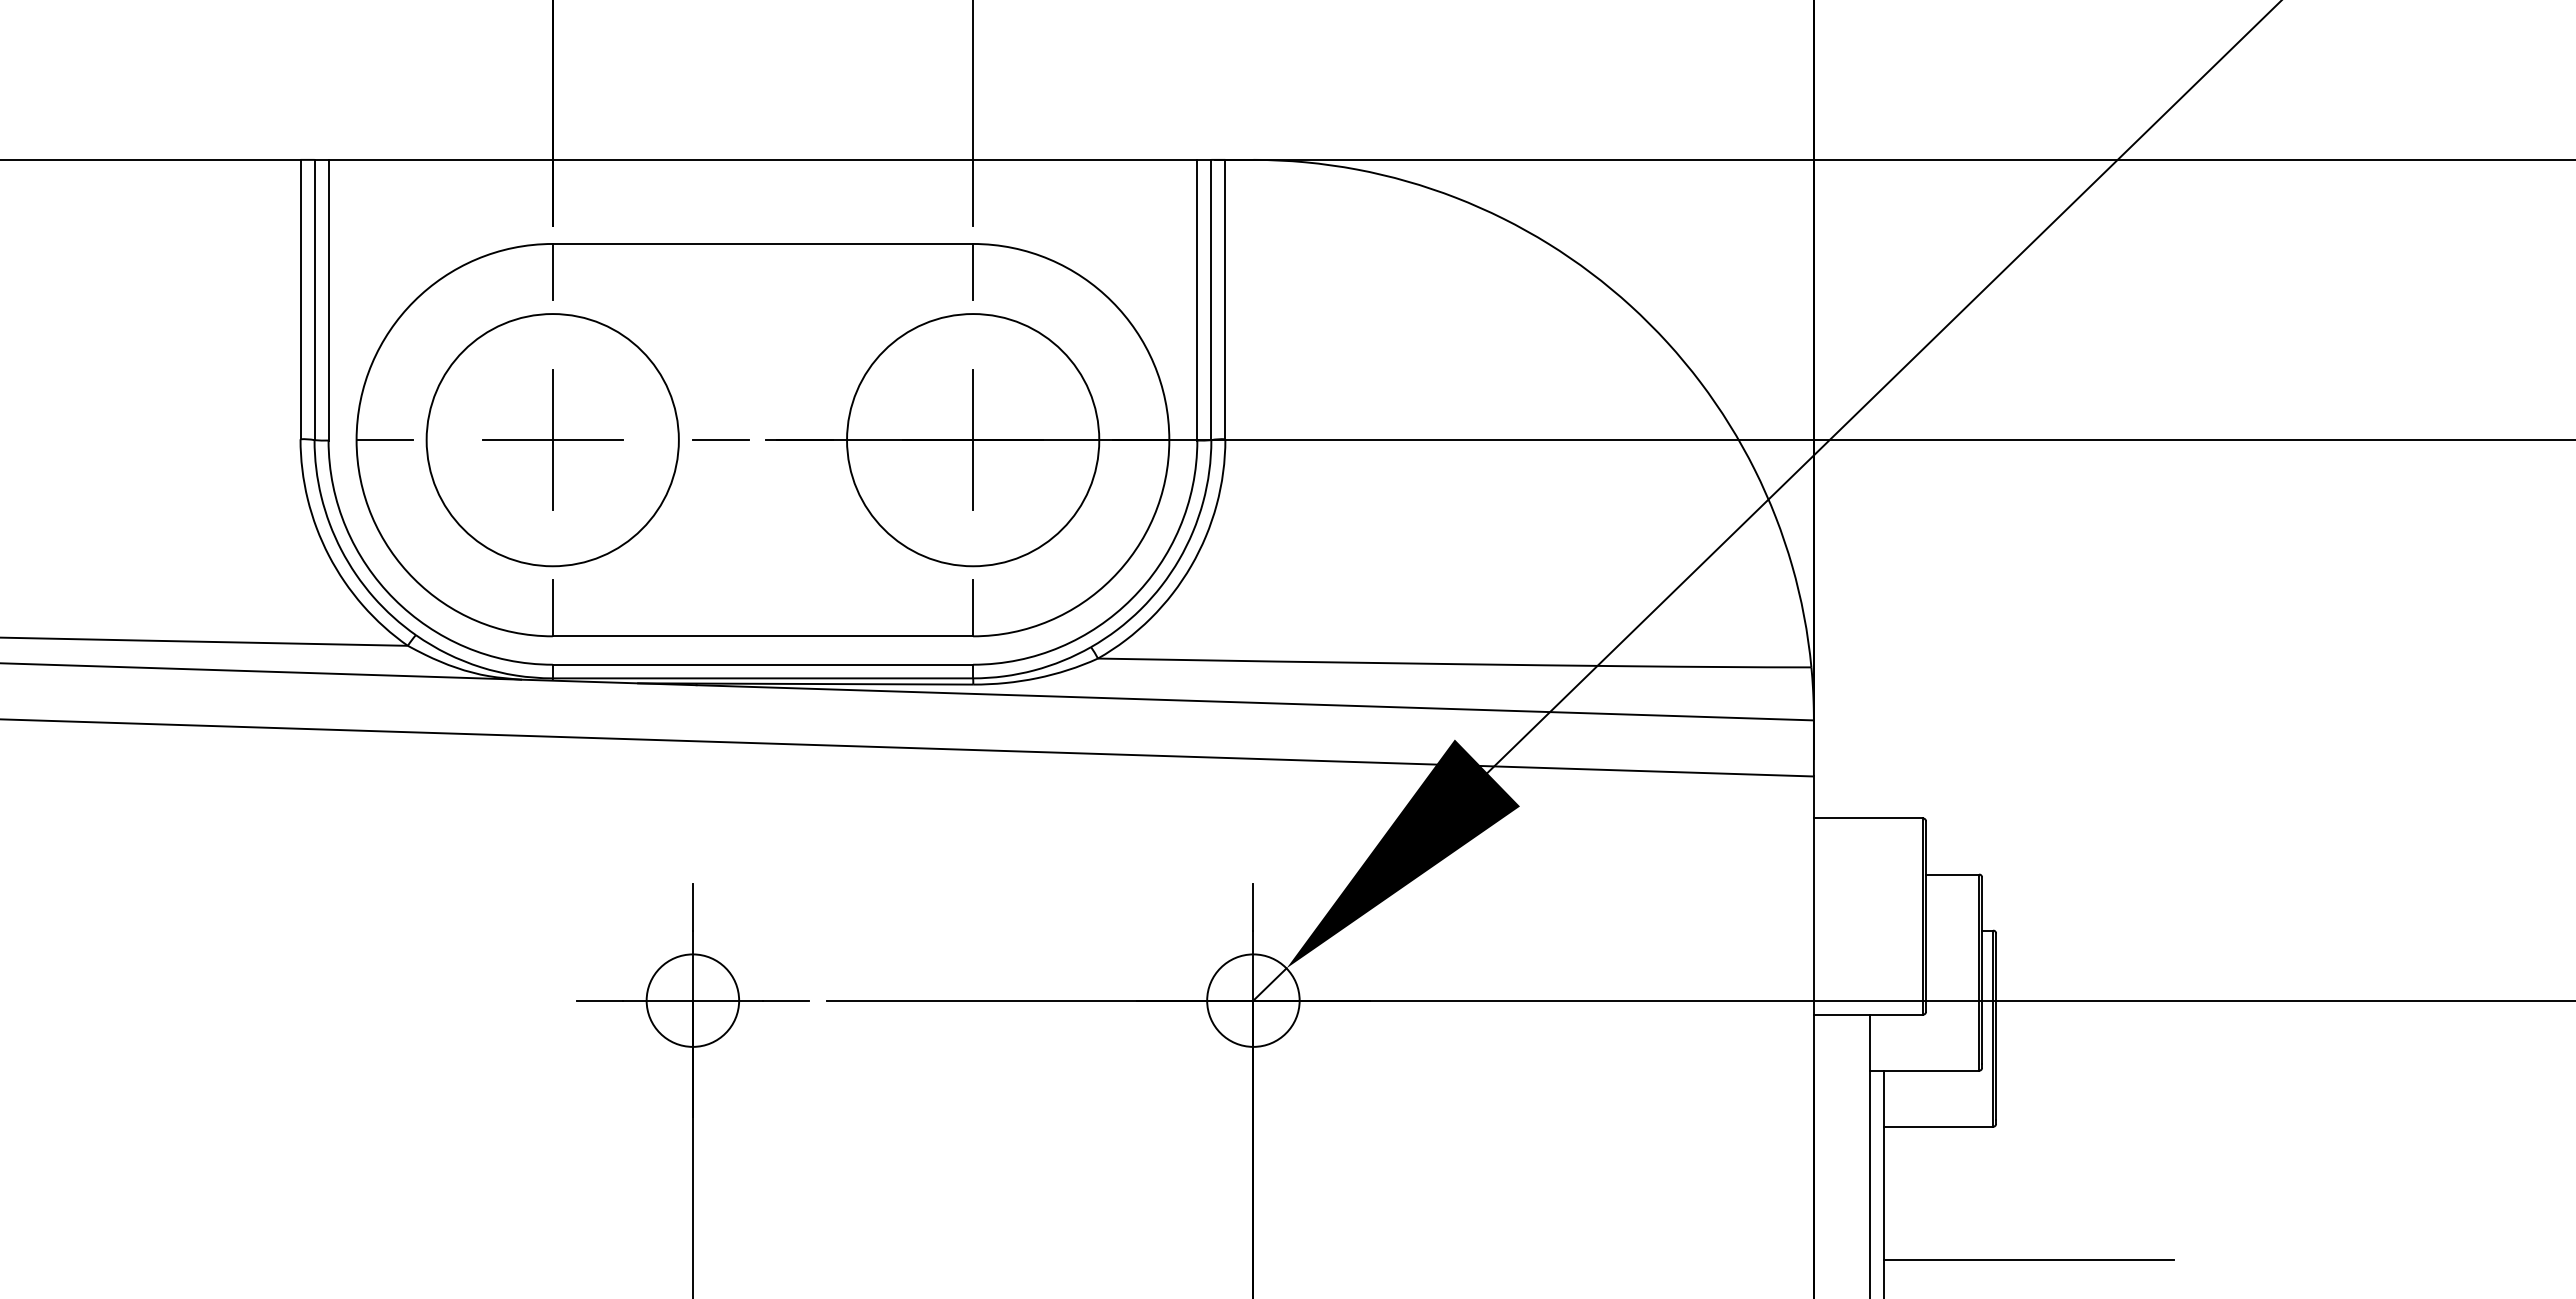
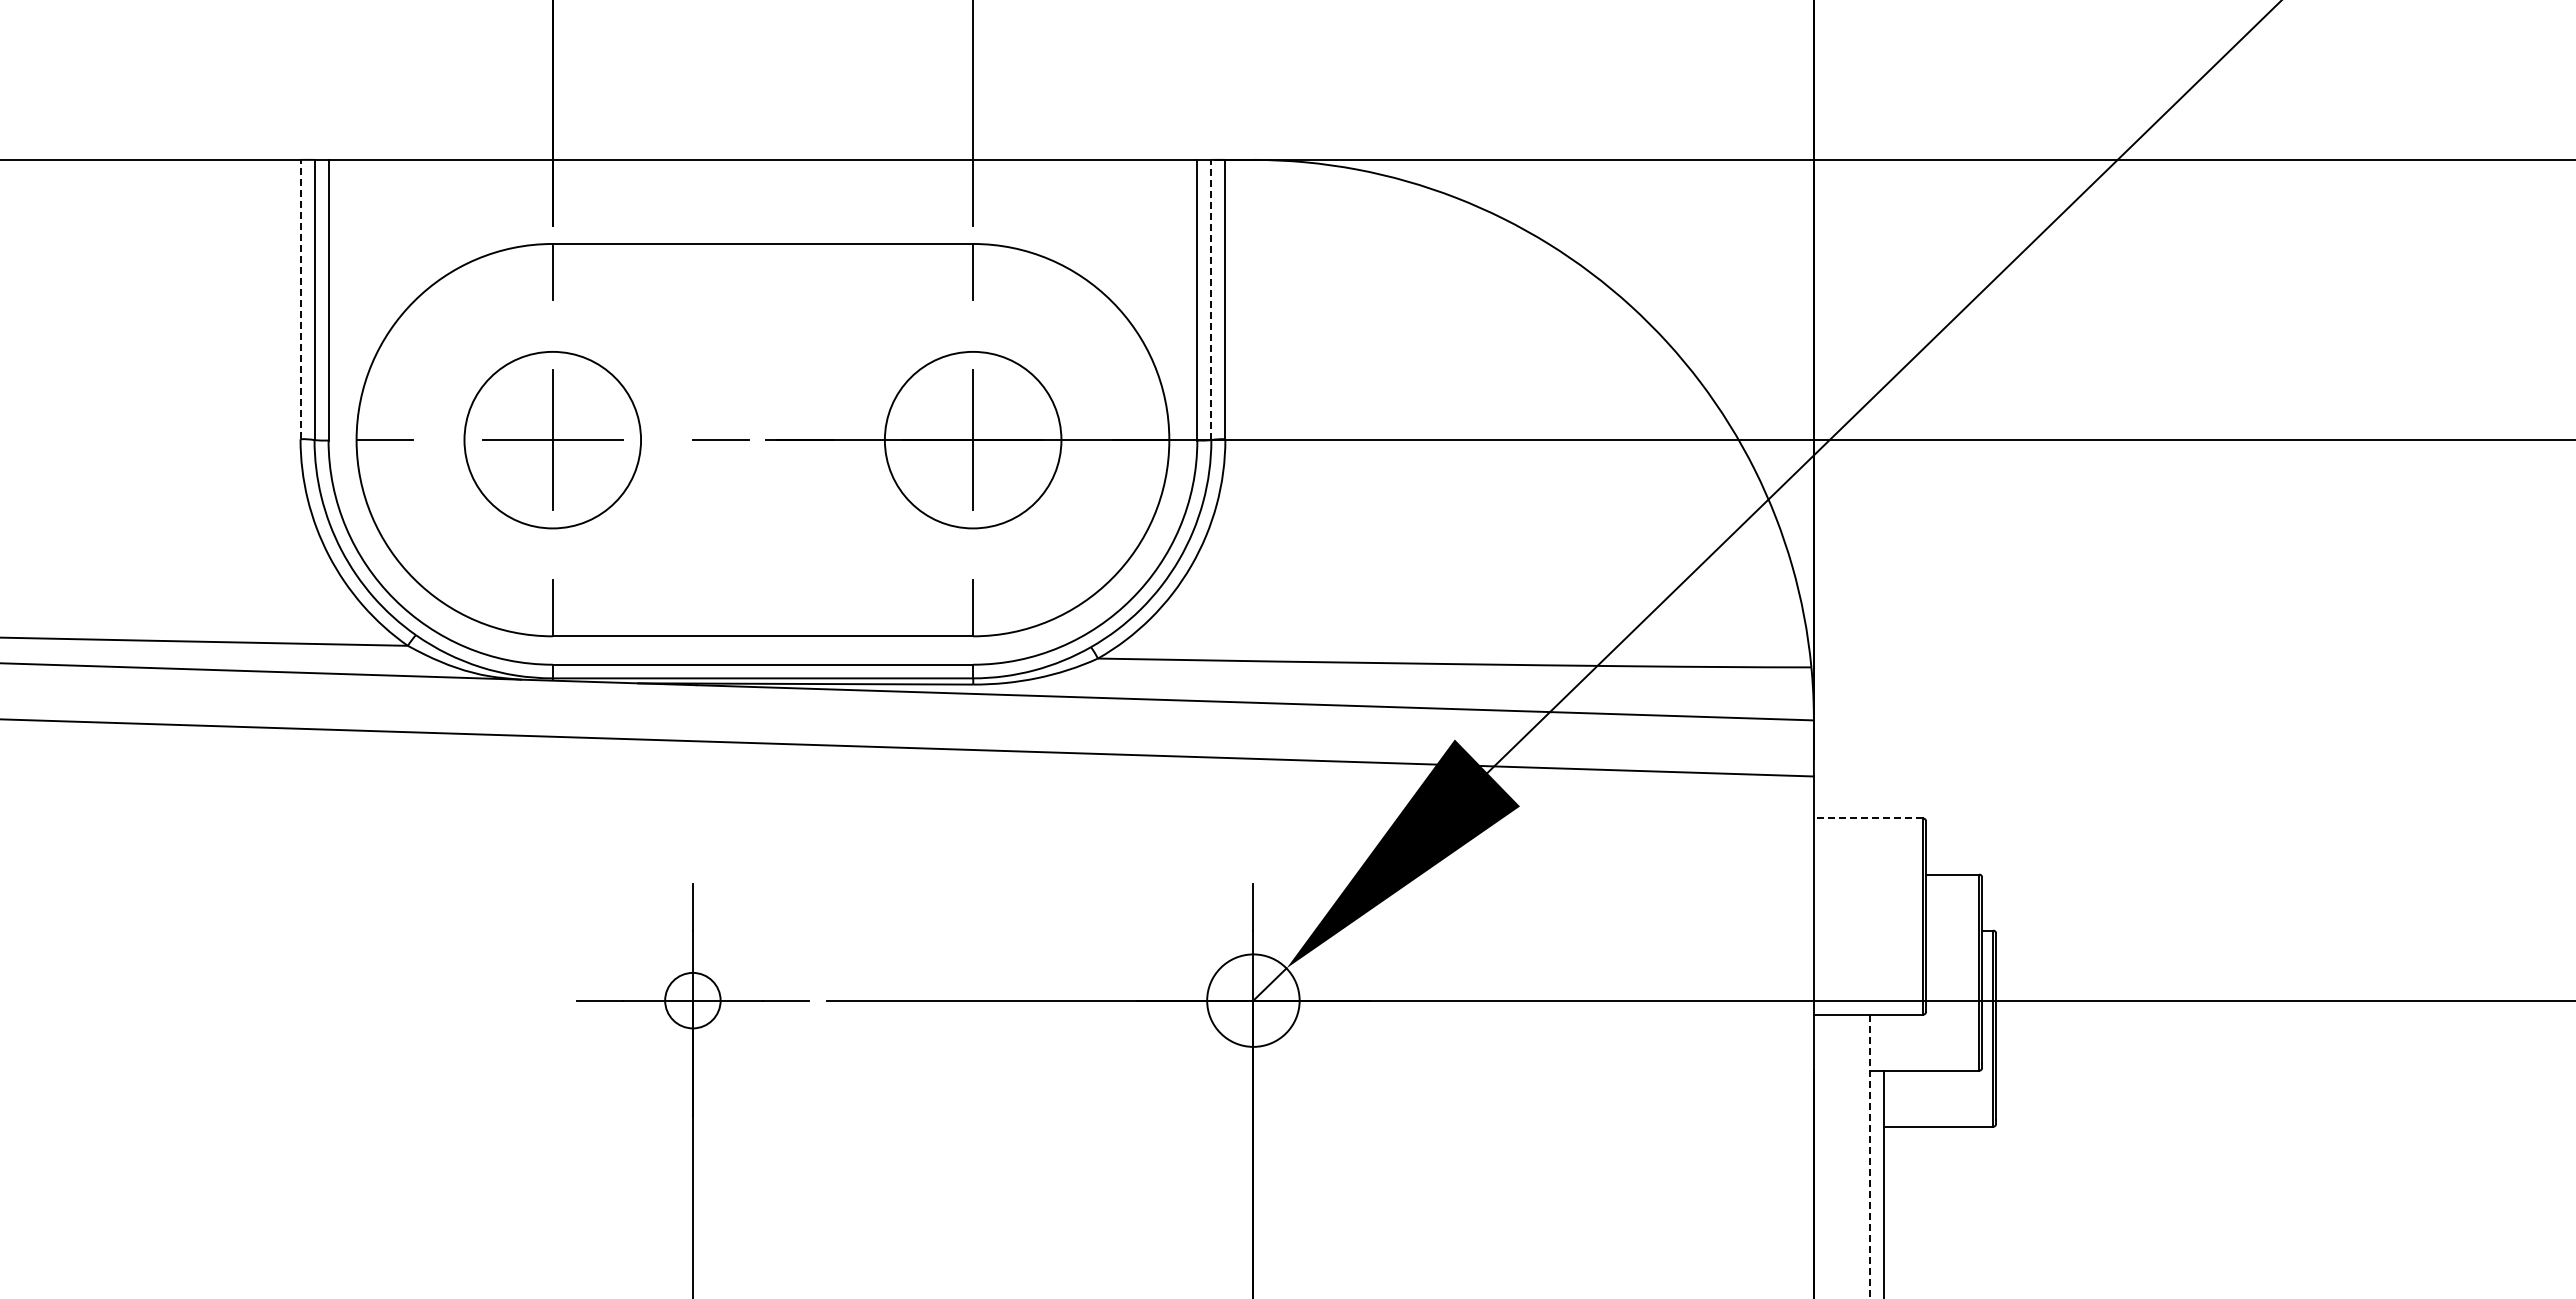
line at (300, 299): solid -> dashed
line at (1211, 299): solid -> dashed
circle at (552, 440) diameter: 252 px -> 177 px
circle at (973, 440) diameter: 252 px -> 177 px
line at (1868, 818): solid -> dashed
circle at (692, 1000) diameter: 92 px -> 55 px
line at (1869, 1156): solid -> dashed
line at (2028, 1259): present -> none
